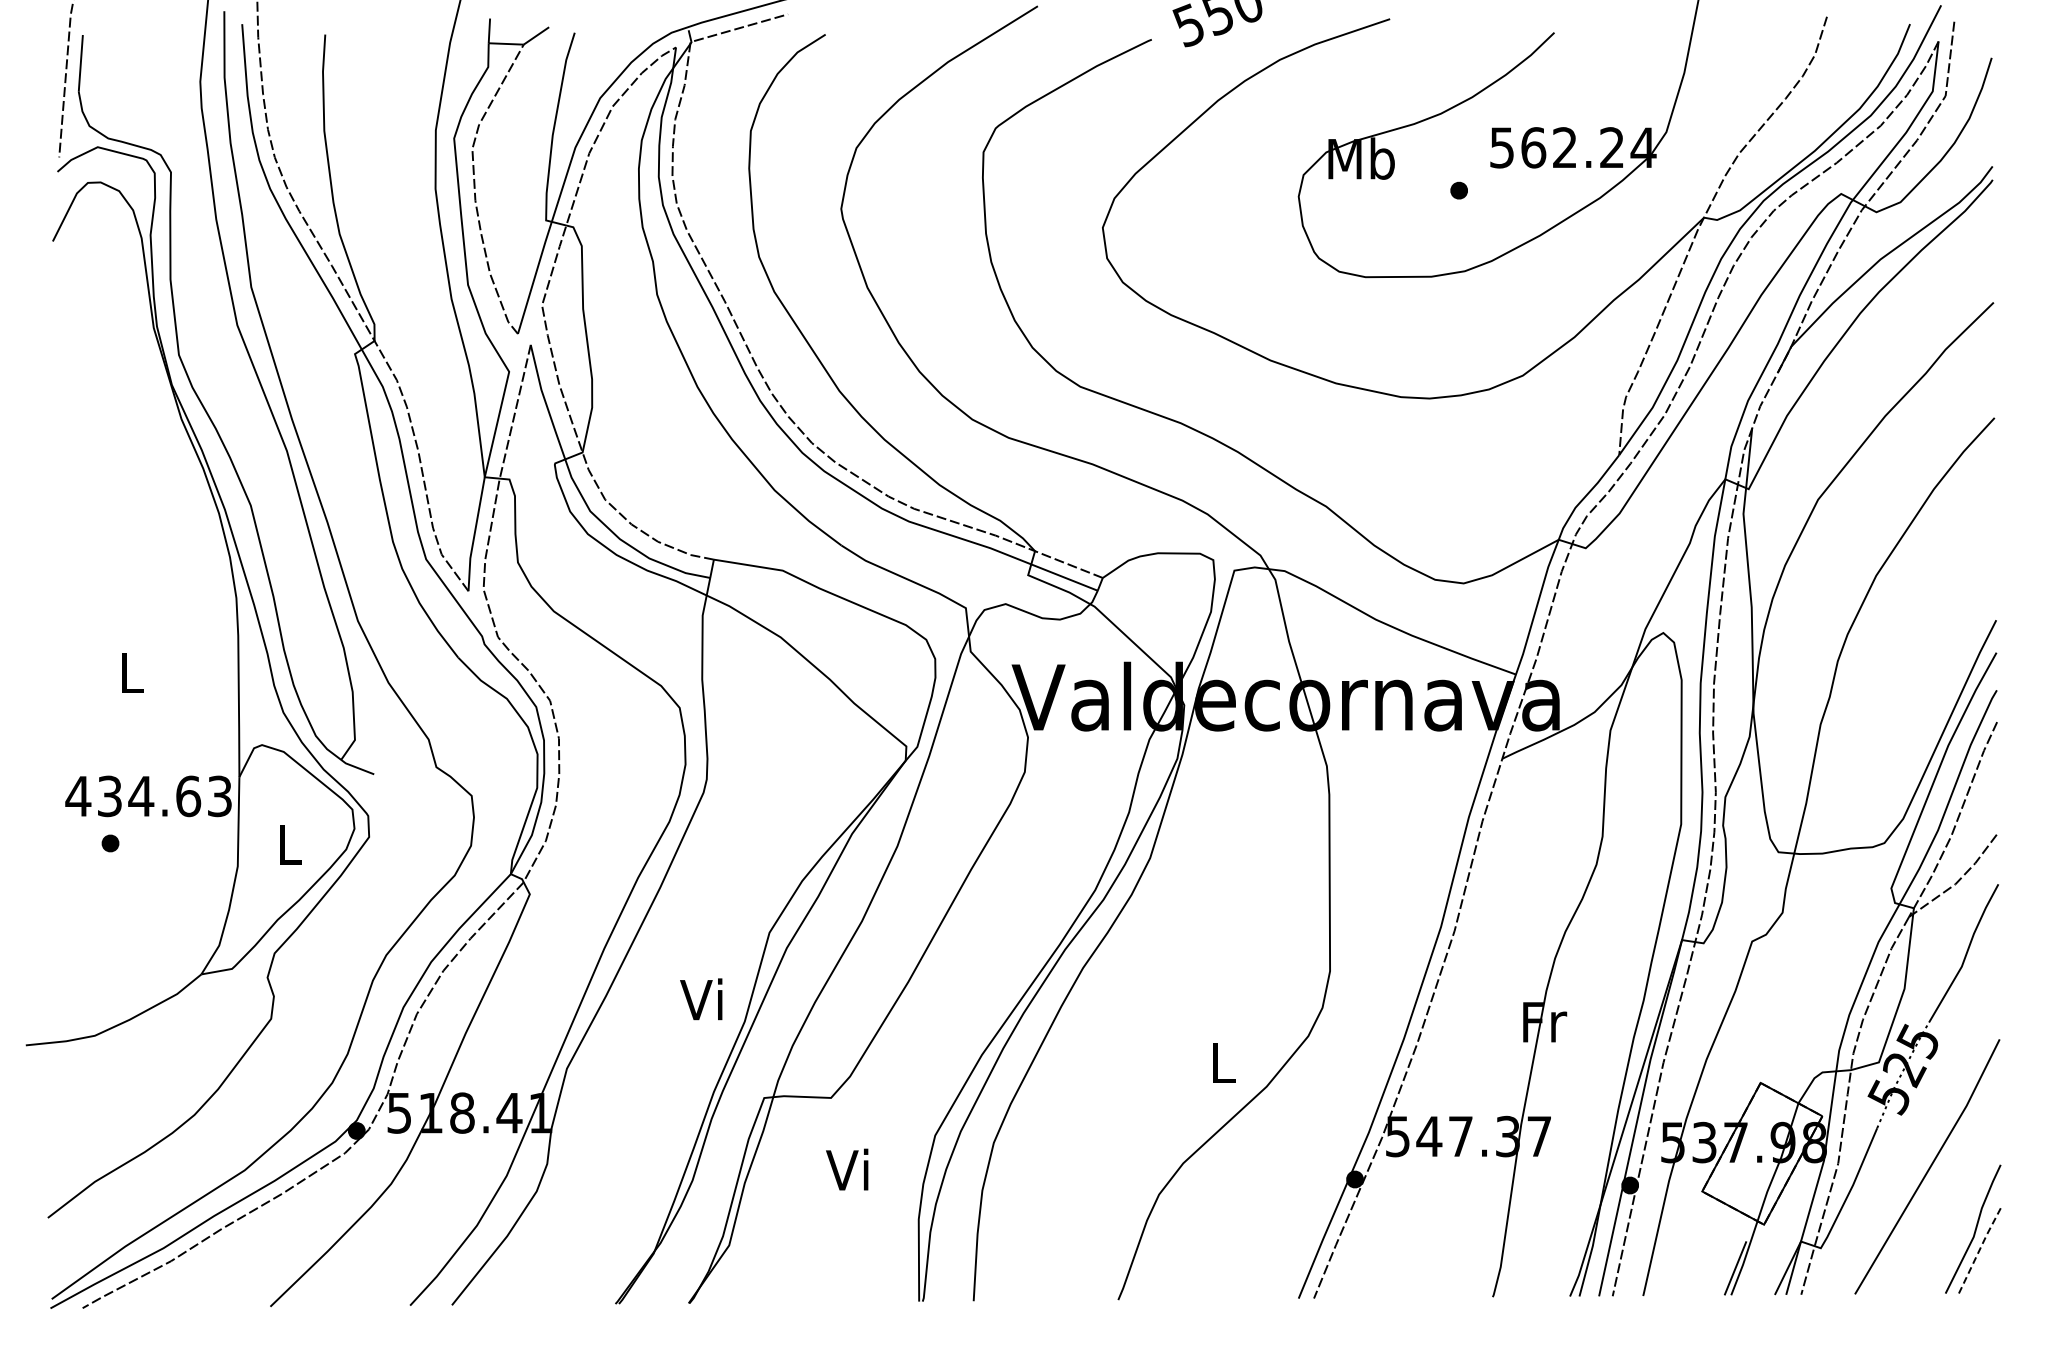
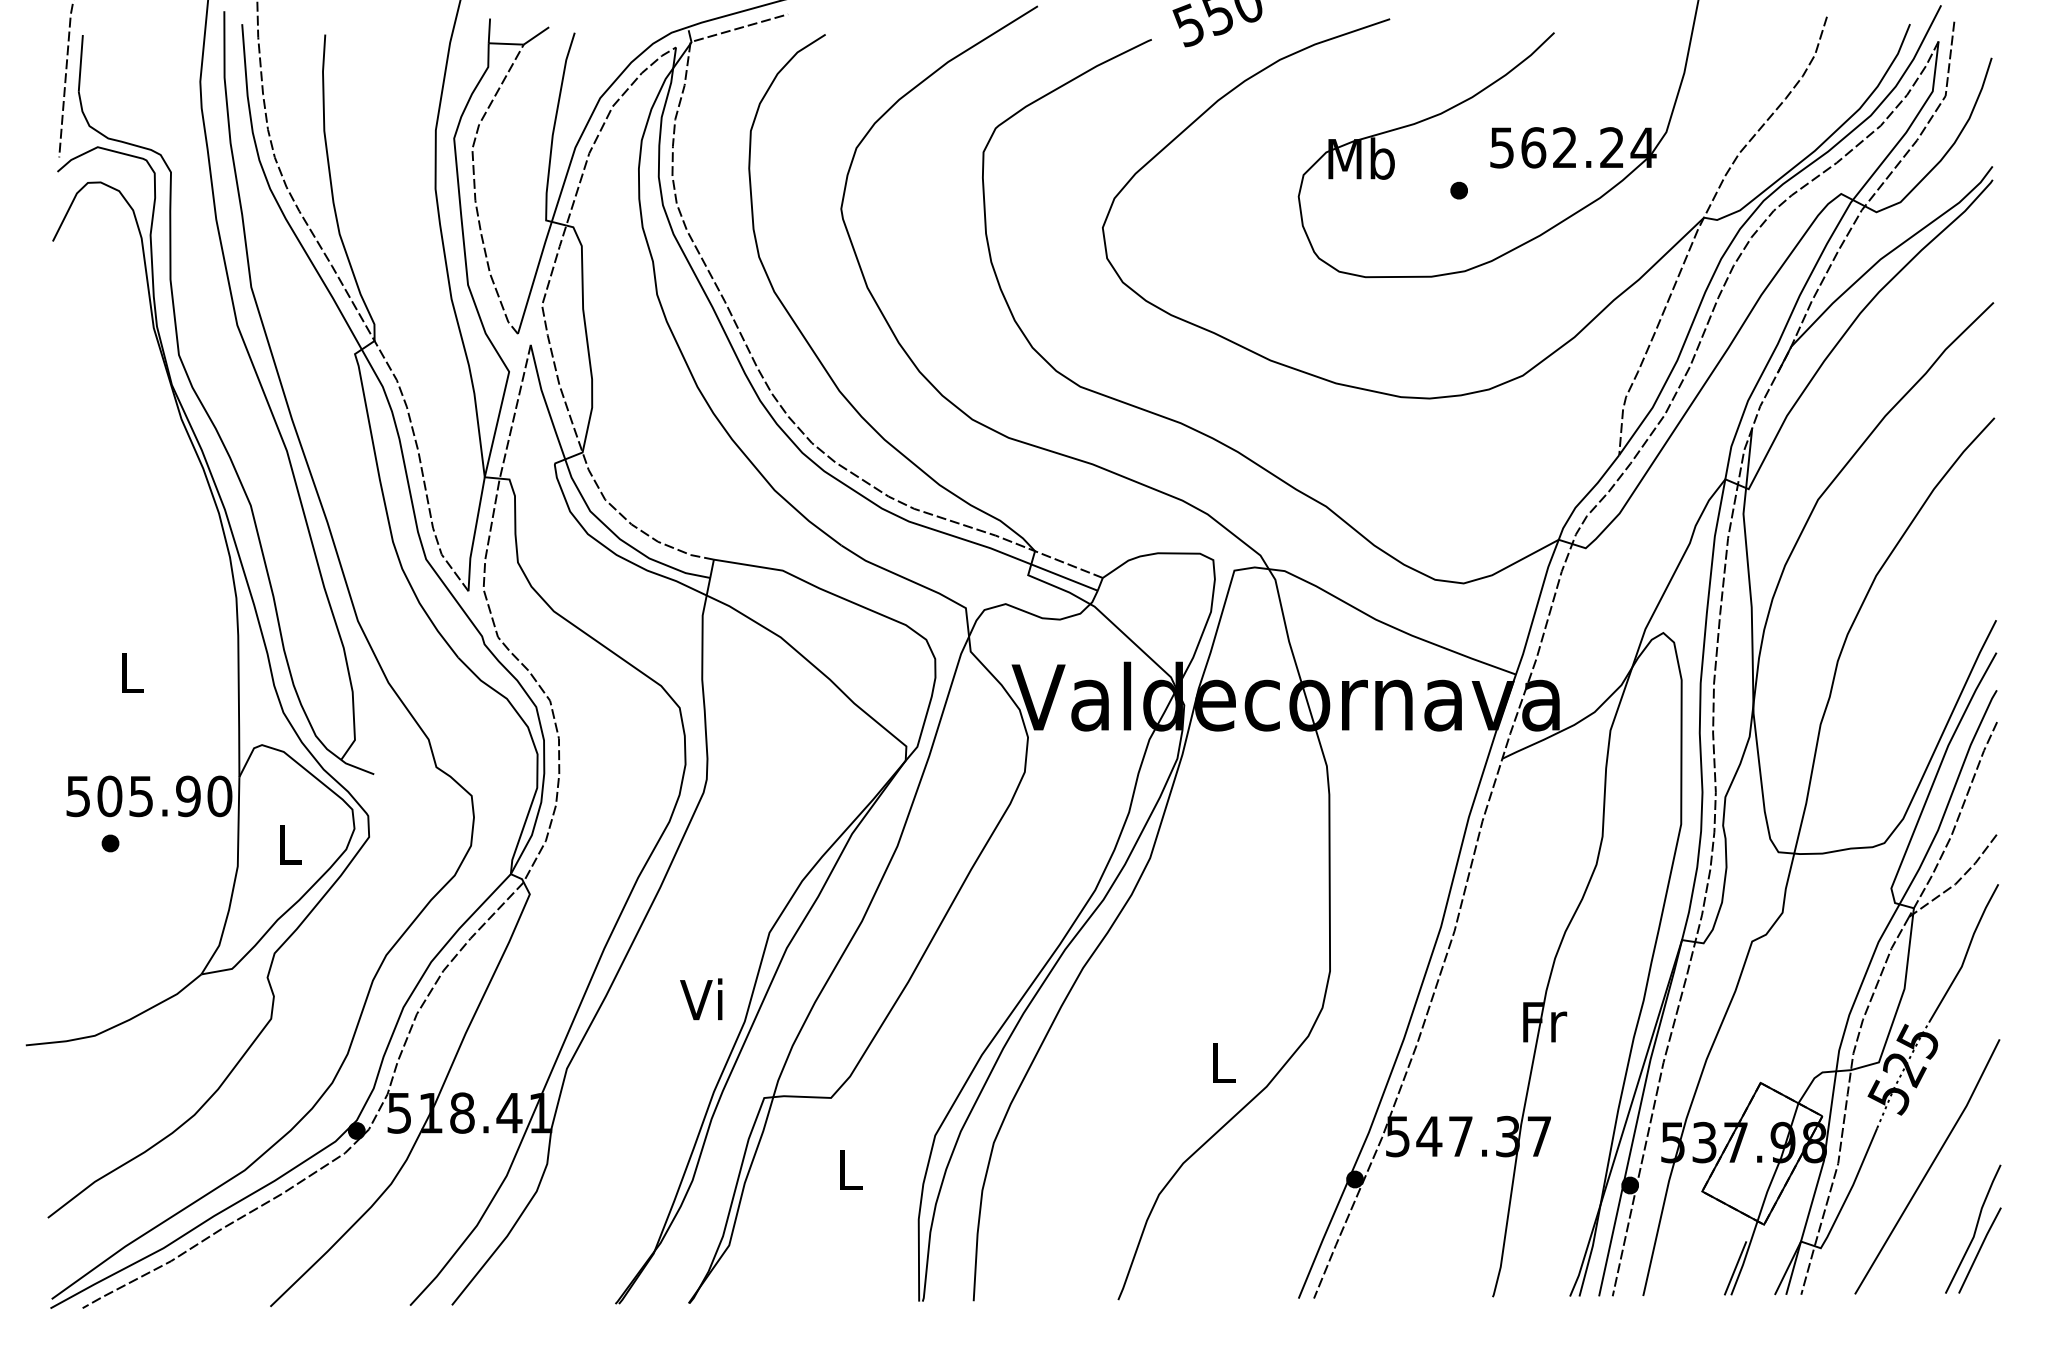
text at (148, 796): 434.63 -> 505.90
text at (847, 1169): Vi -> L
line at (1979, 1249): dashed -> solid
